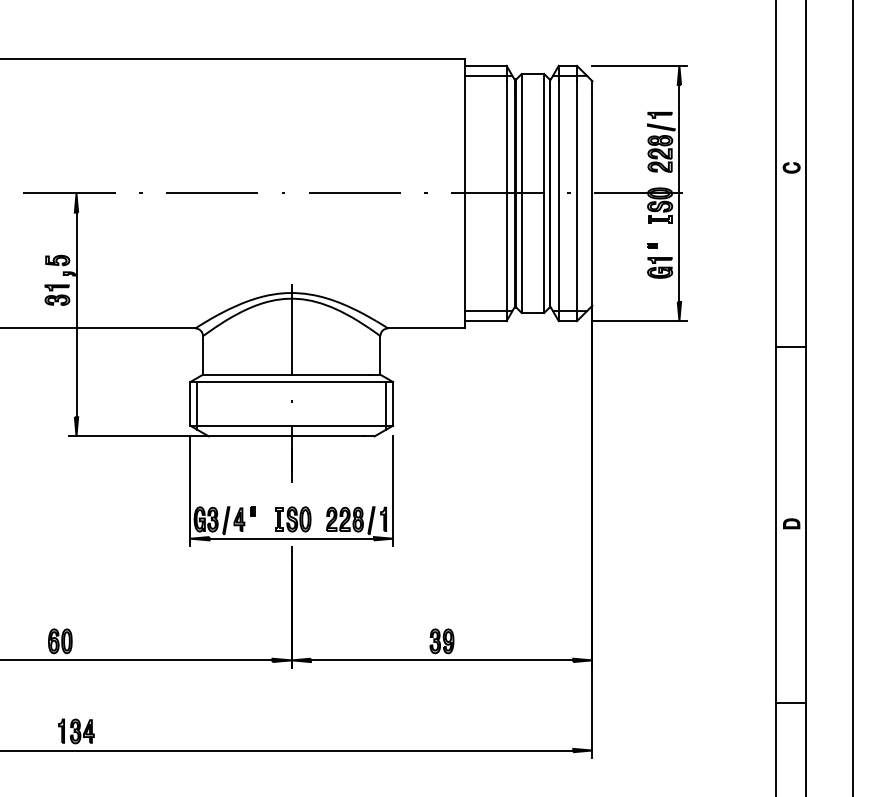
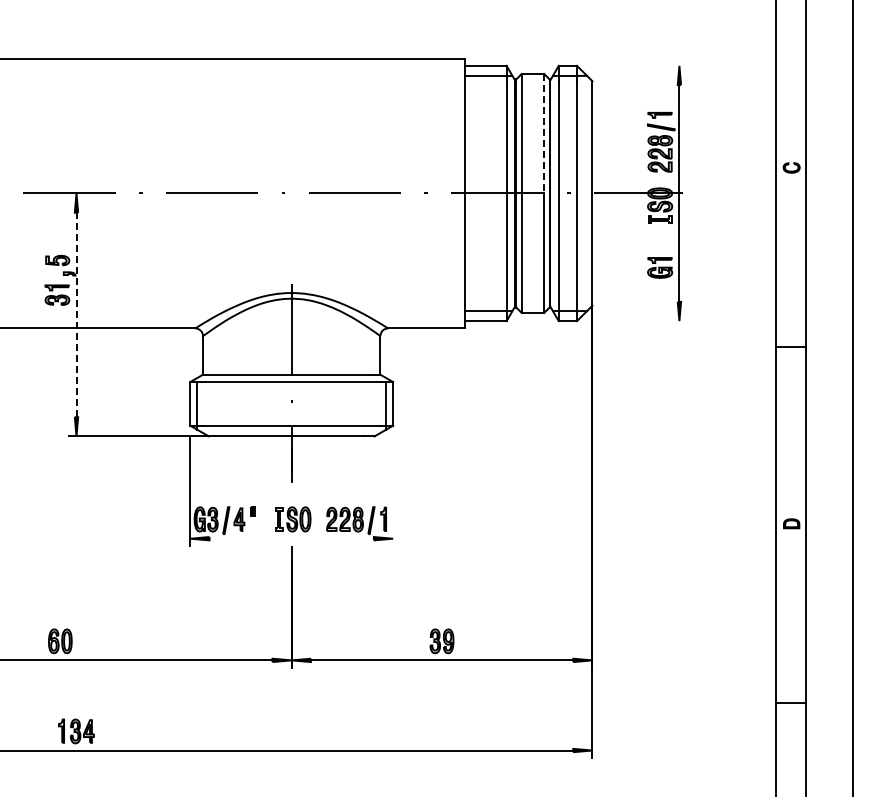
line at (639, 65): present -> none
line at (544, 133): solid -> dashed
part at (652, 245): present -> none
line at (76, 314): solid -> dashed
line at (639, 321): present -> none
line at (393, 491): present -> none
line at (291, 538): present -> none
